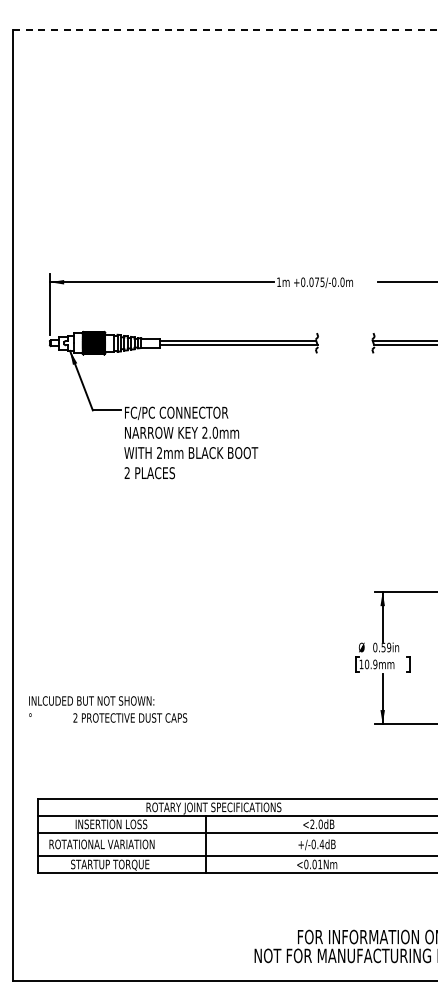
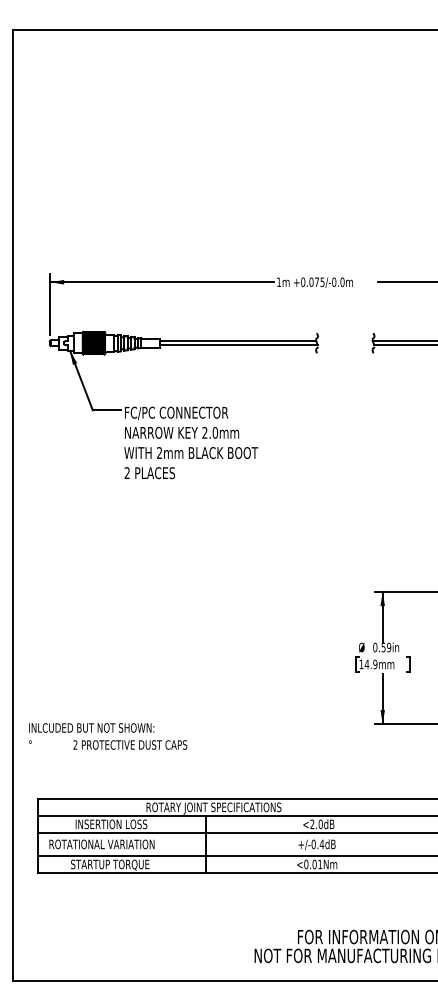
line at (225, 29): dashed -> solid
text at (366, 664): 10.9mm -> 14.9mm
text at (108, 709) position: (108, 709) -> (108, 736)
